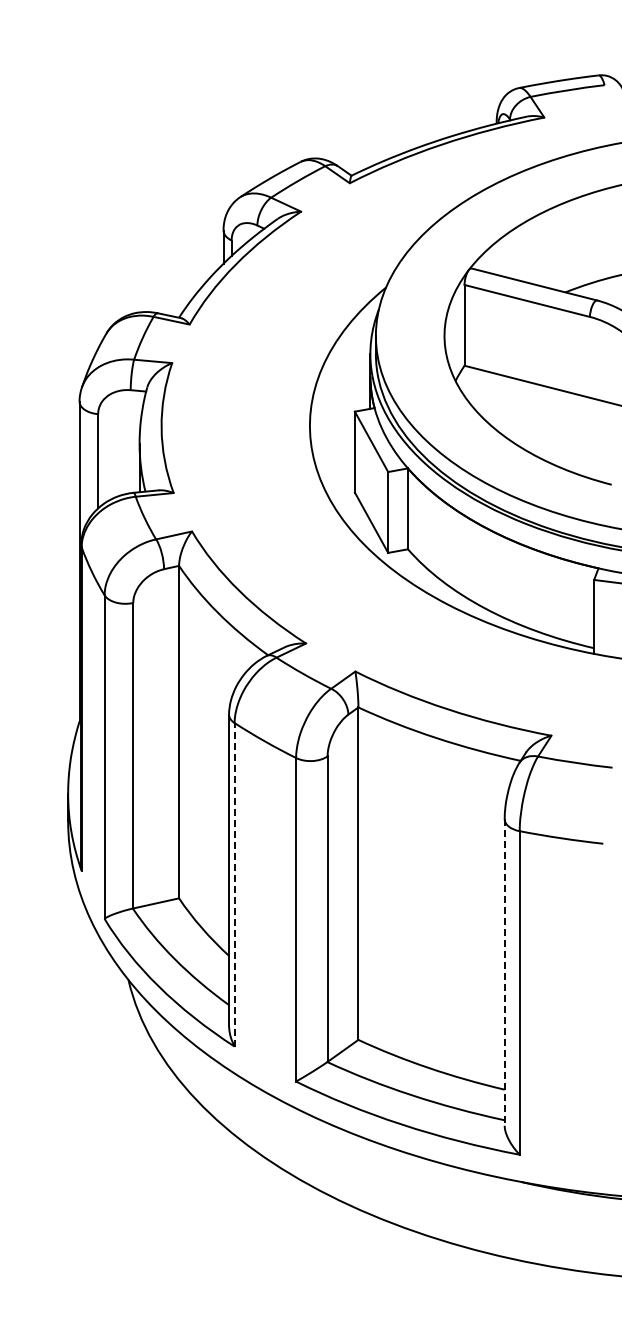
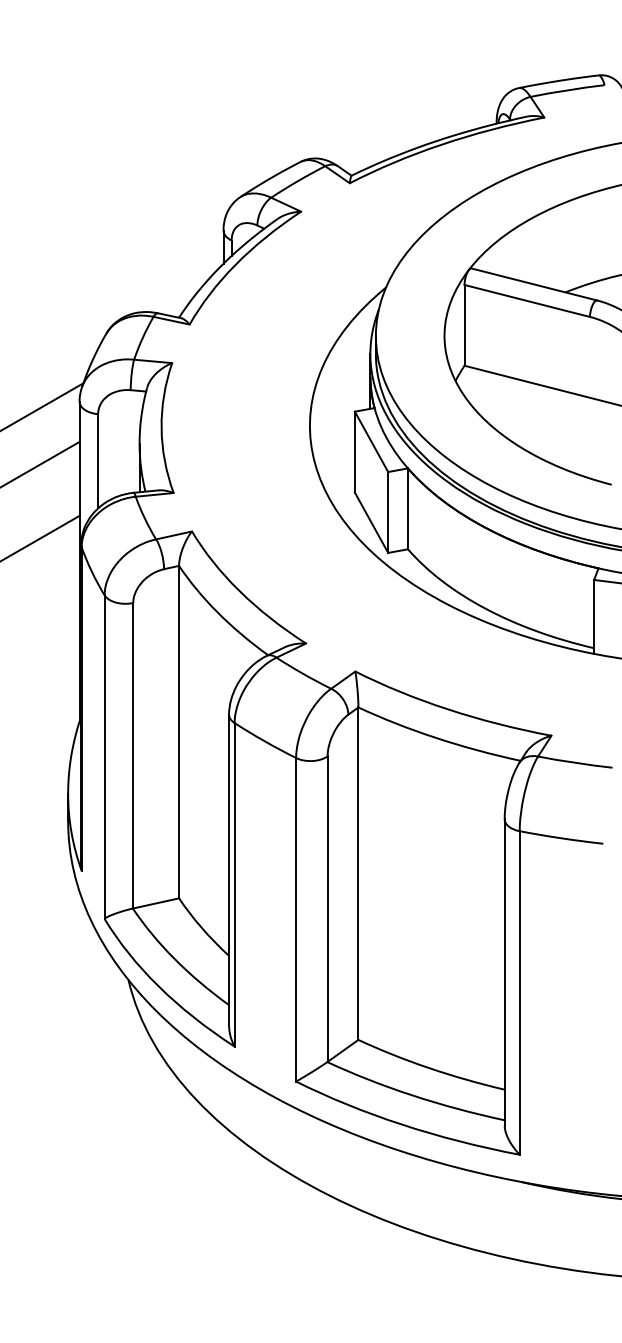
line at (42, 406): none -> present
line at (40, 463): none -> present
line at (40, 537): none -> present
line at (234, 884): dashed -> solid
line at (504, 972): dashed -> solid
